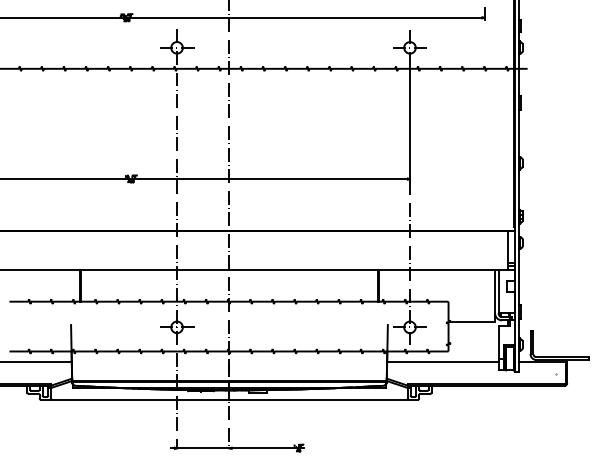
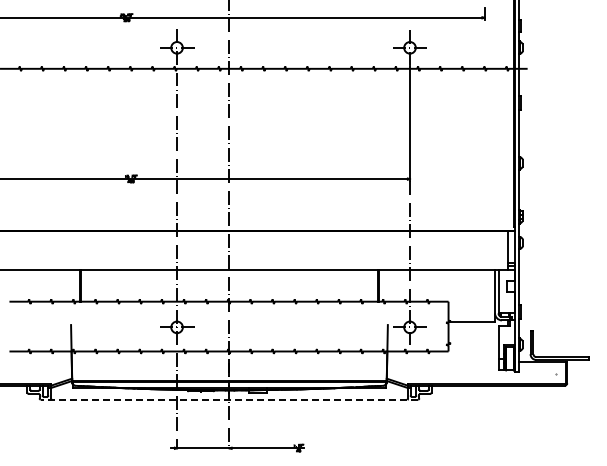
line at (36, 362): present -> none
line at (443, 362): present -> none
line at (229, 399): solid -> dashed
